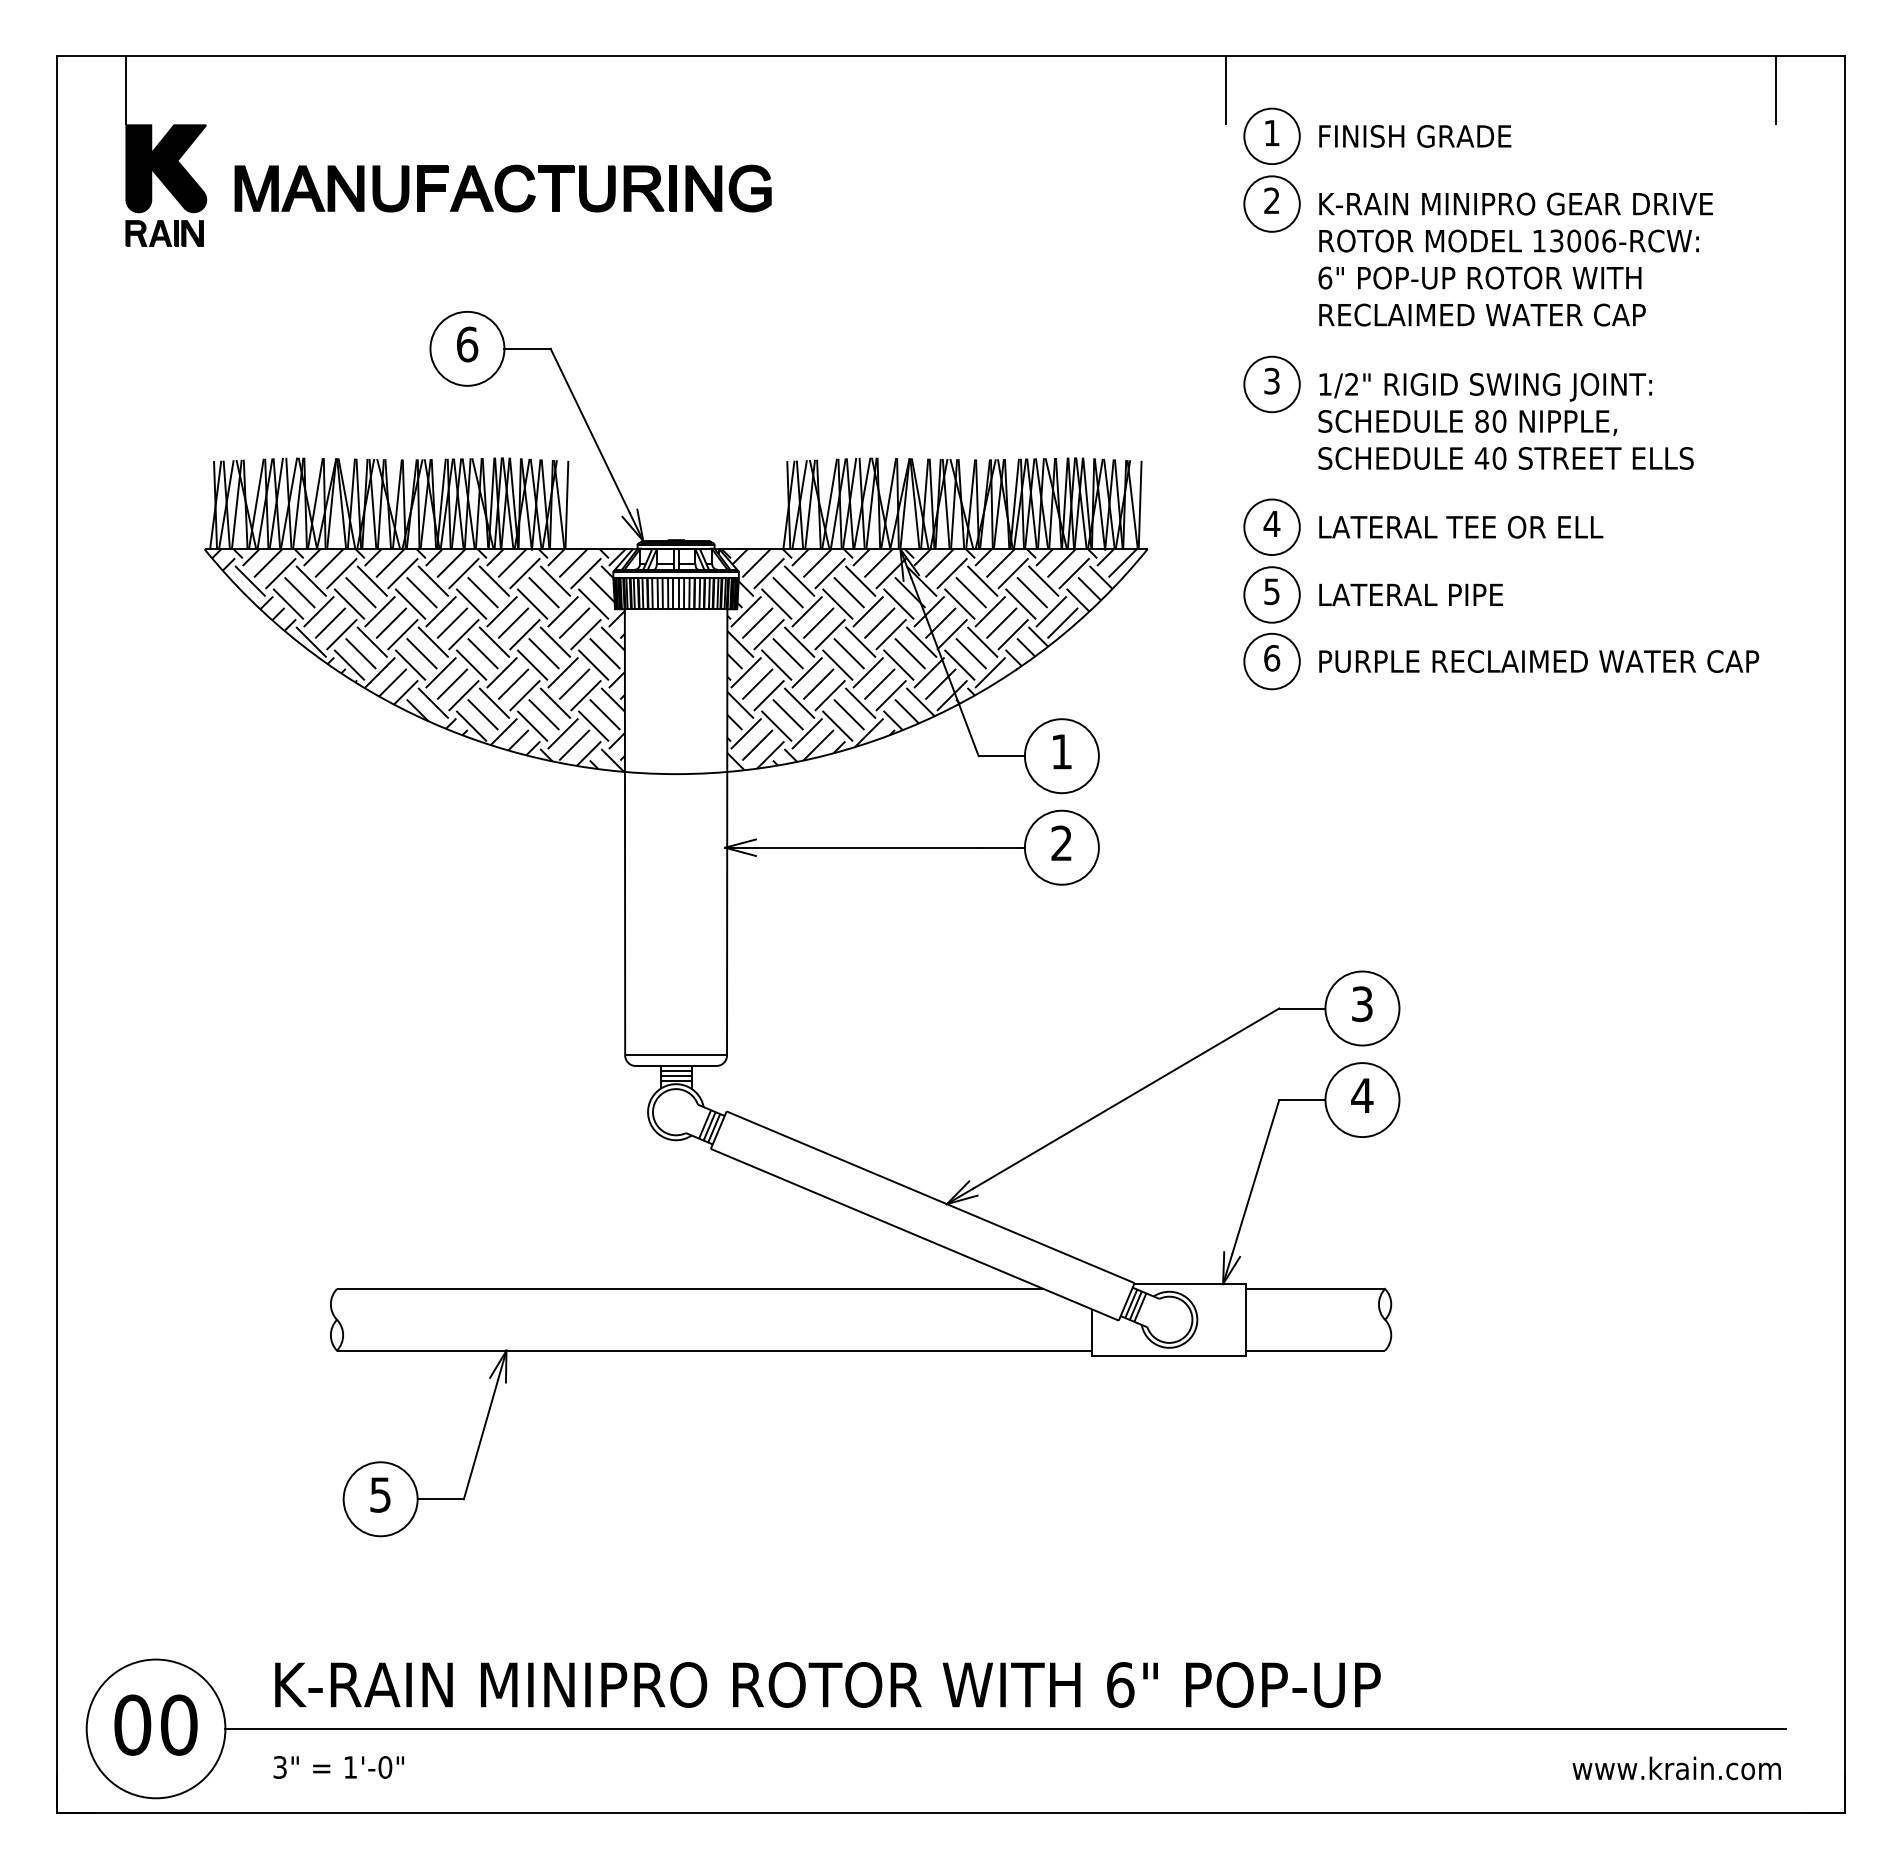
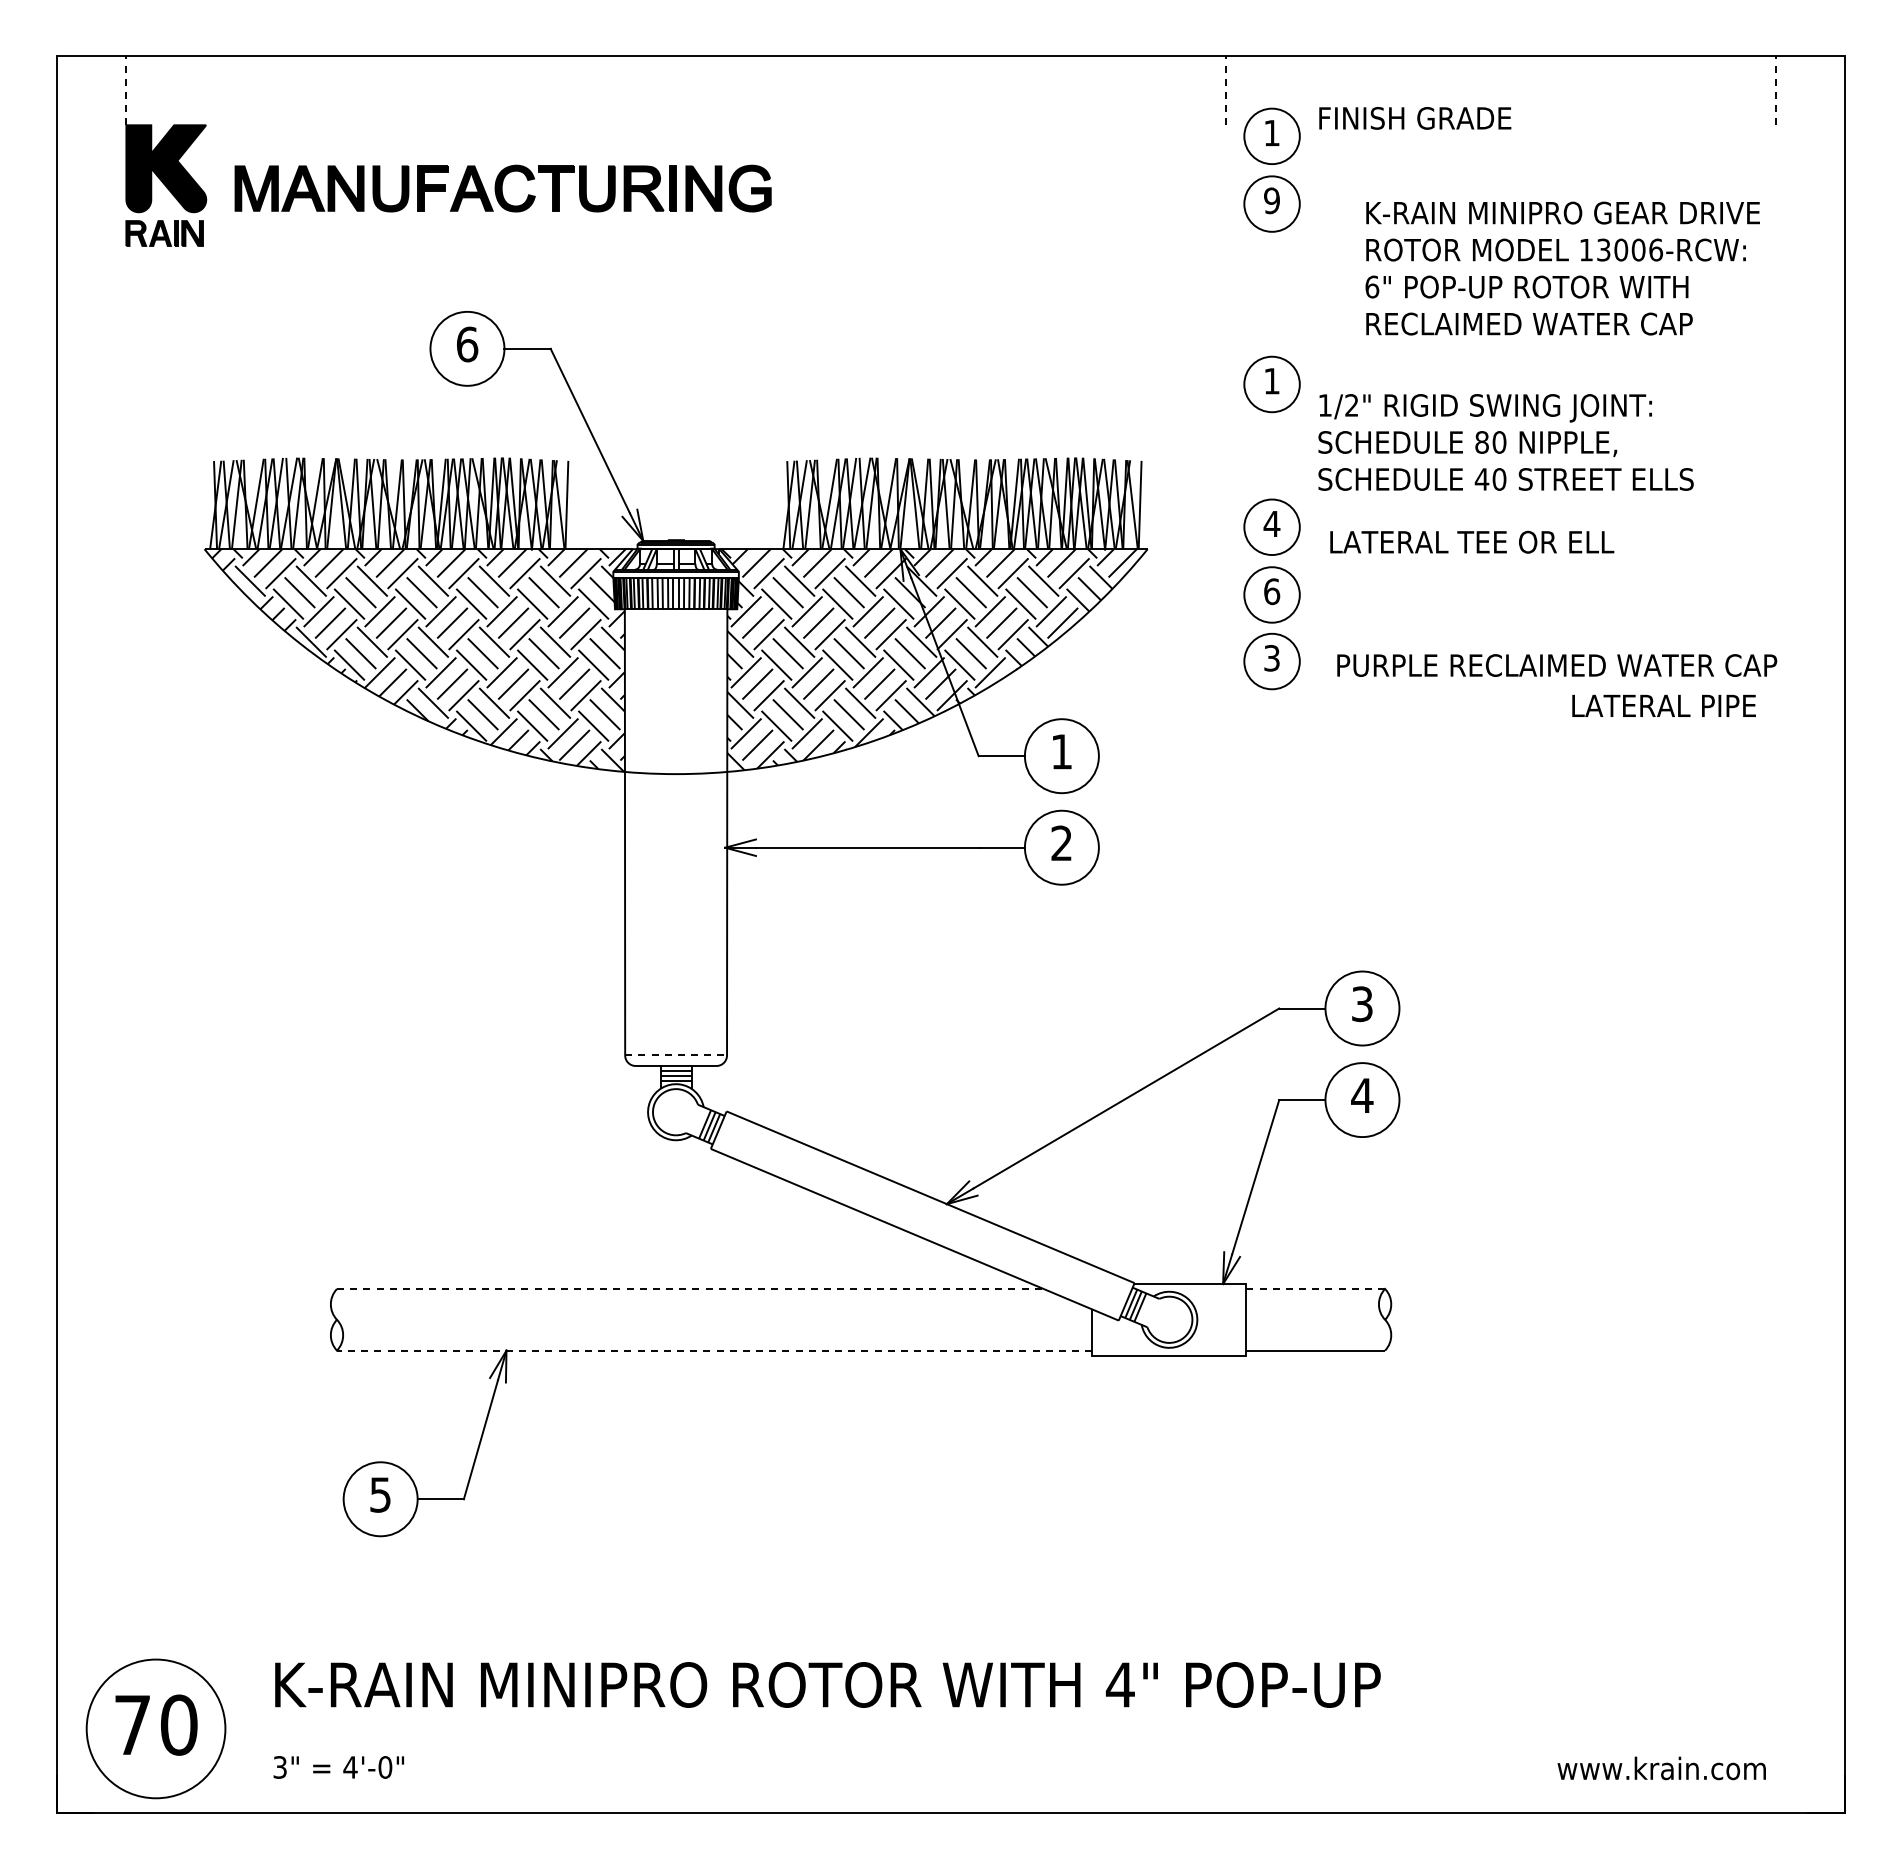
line at (126, 90): solid -> dashed
line at (1225, 90): solid -> dashed
line at (1775, 90): solid -> dashed
text at (1415, 136) position: (1415, 136) -> (1415, 118)
text at (1271, 200): 2 -> 9
text at (1515, 259) position: (1515, 259) -> (1562, 268)
text at (1271, 380): 3 -> 1
text at (1505, 421) position: (1505, 421) -> (1505, 442)
text at (1461, 526) position: (1461, 526) -> (1472, 541)
text at (1272, 591): 5 -> 6
text at (1410, 594) position: (1410, 594) -> (1663, 705)
text at (1272, 658): 6 -> 3
text at (1539, 661) position: (1539, 661) -> (1557, 665)
line at (676, 1055): solid -> dashed
line at (690, 1288): solid -> dashed
line at (1315, 1288): solid -> dashed
line at (714, 1350): solid -> dashed
text at (1119, 1684): 6" -> 4"
text at (132, 1724): 00 -> 70
line at (1005, 1728): present -> none
text at (350, 1767): 1'-0" -> 4'-0"
text at (1676, 1768) position: (1676, 1768) -> (1661, 1768)
